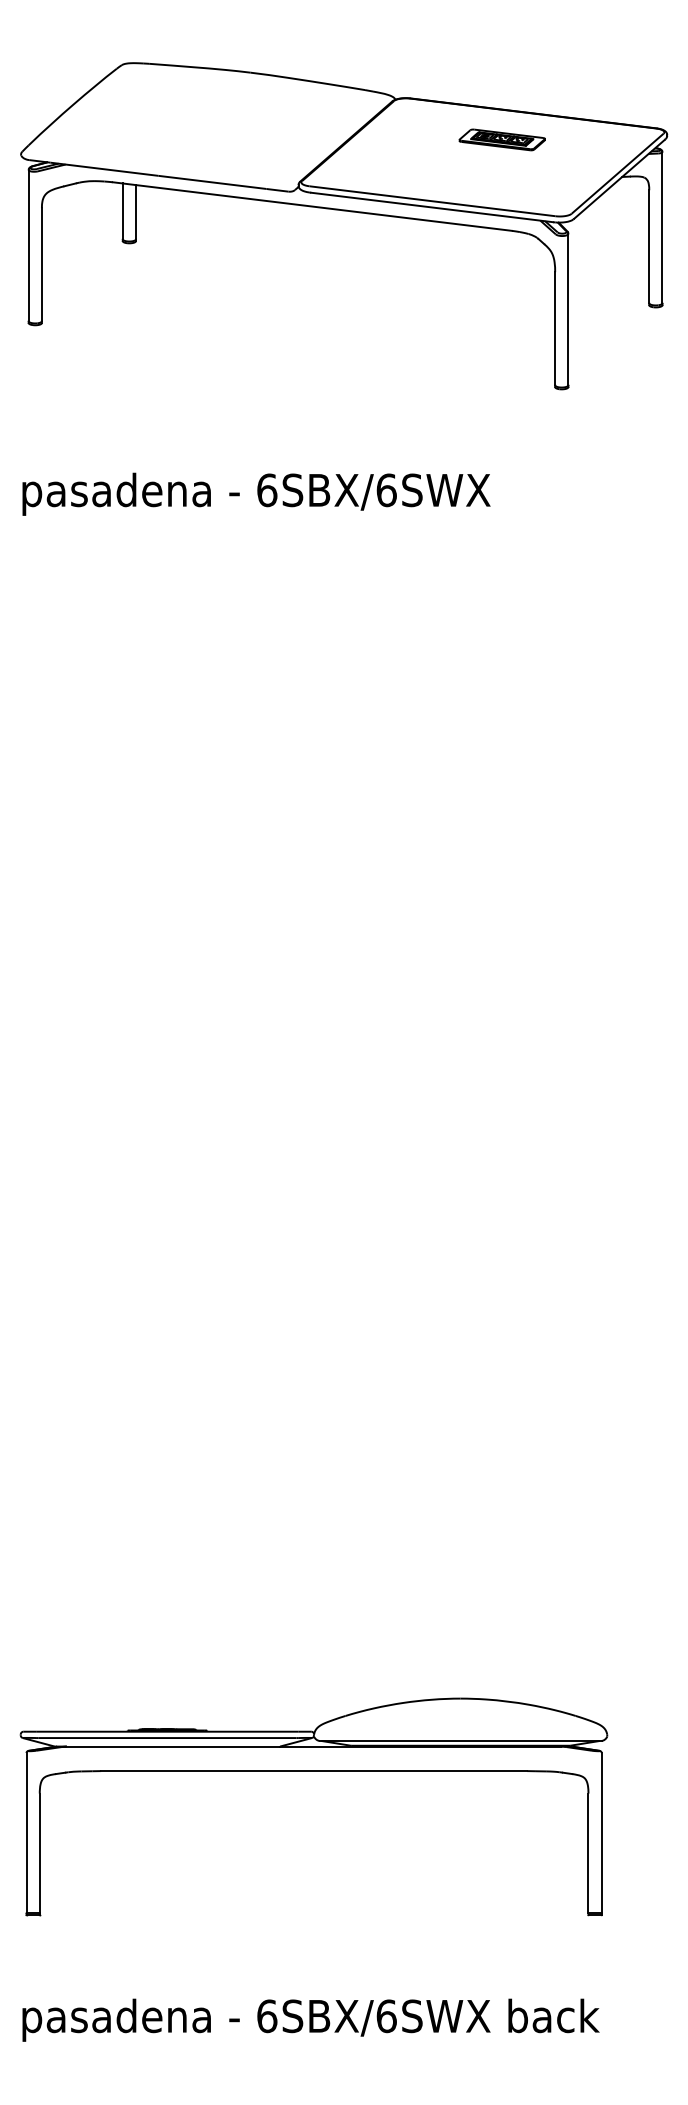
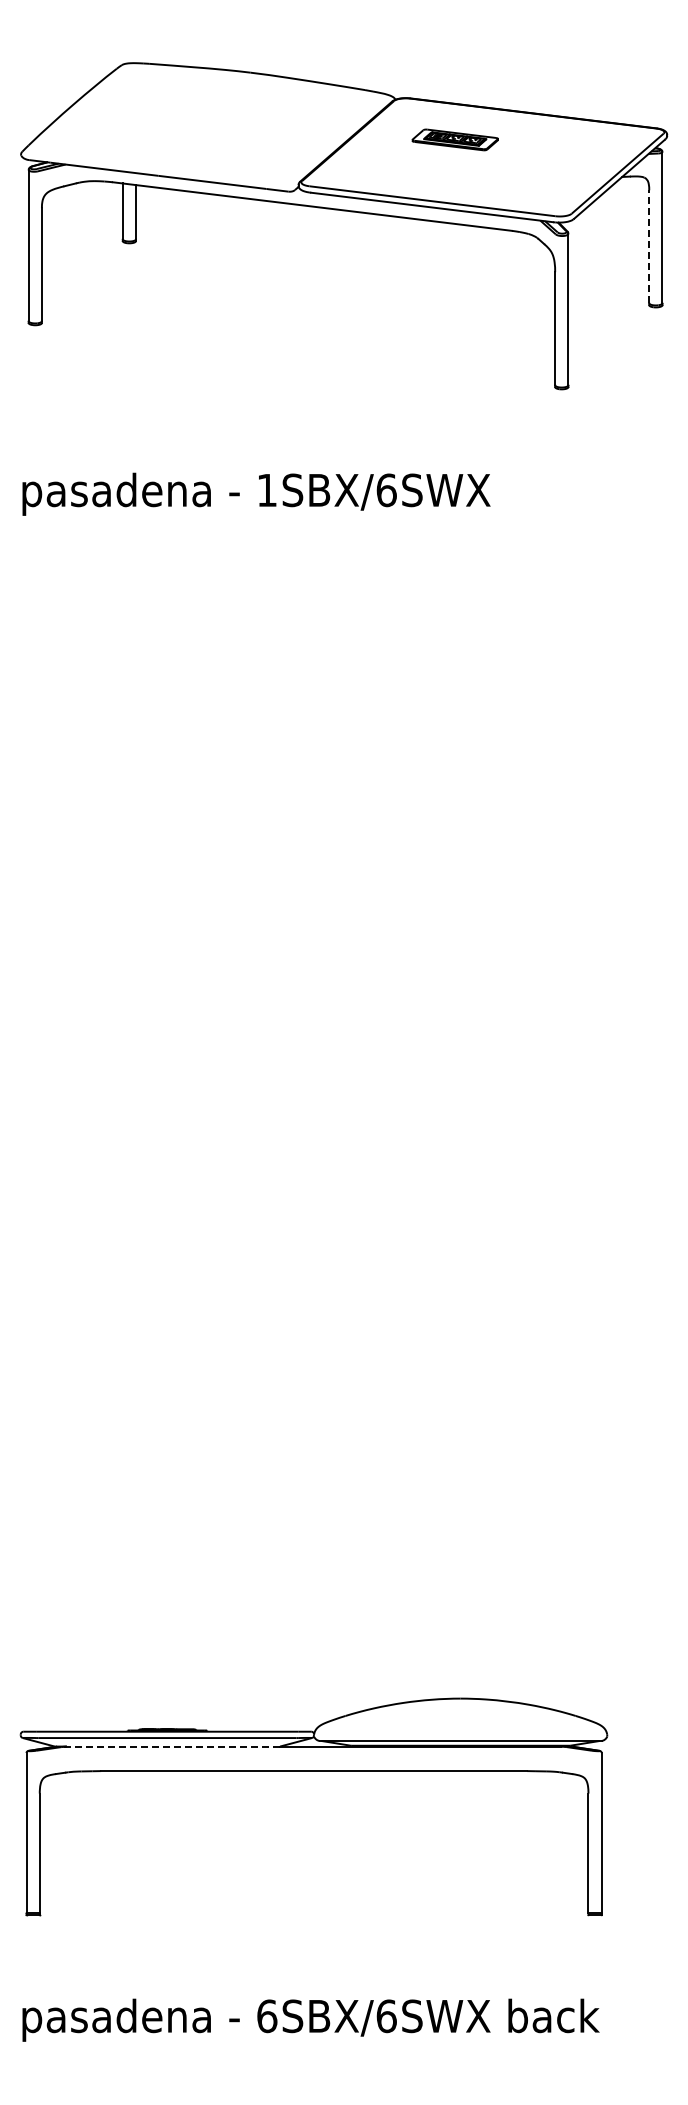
part at (501, 139) position: (501, 139) -> (454, 139)
line at (649, 246): solid -> dashed
text at (267, 490): 6SBX/6SWX -> 1SBX/6SWX
line at (167, 1746): solid -> dashed
